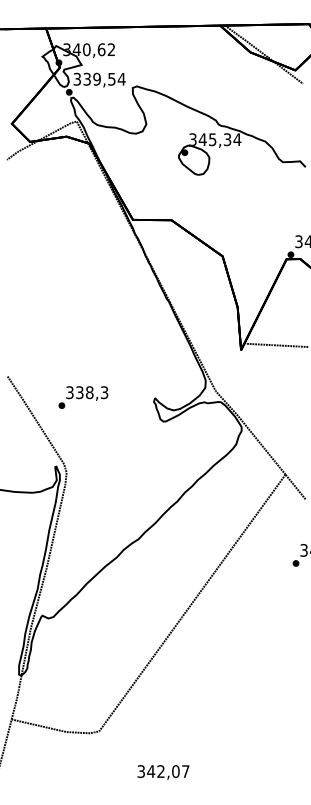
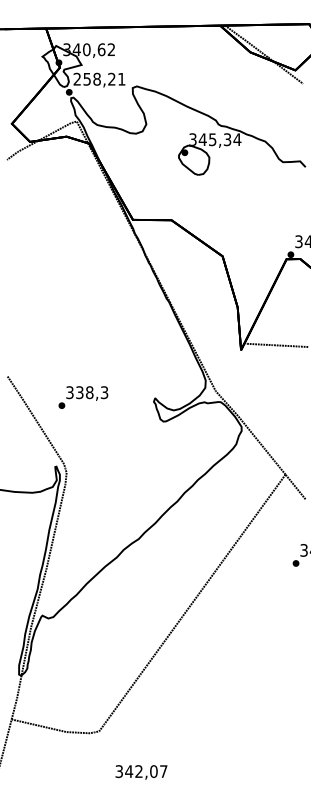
text at (99, 78): 339,54 -> 258,21
text at (163, 772) position: (163, 772) -> (141, 772)
